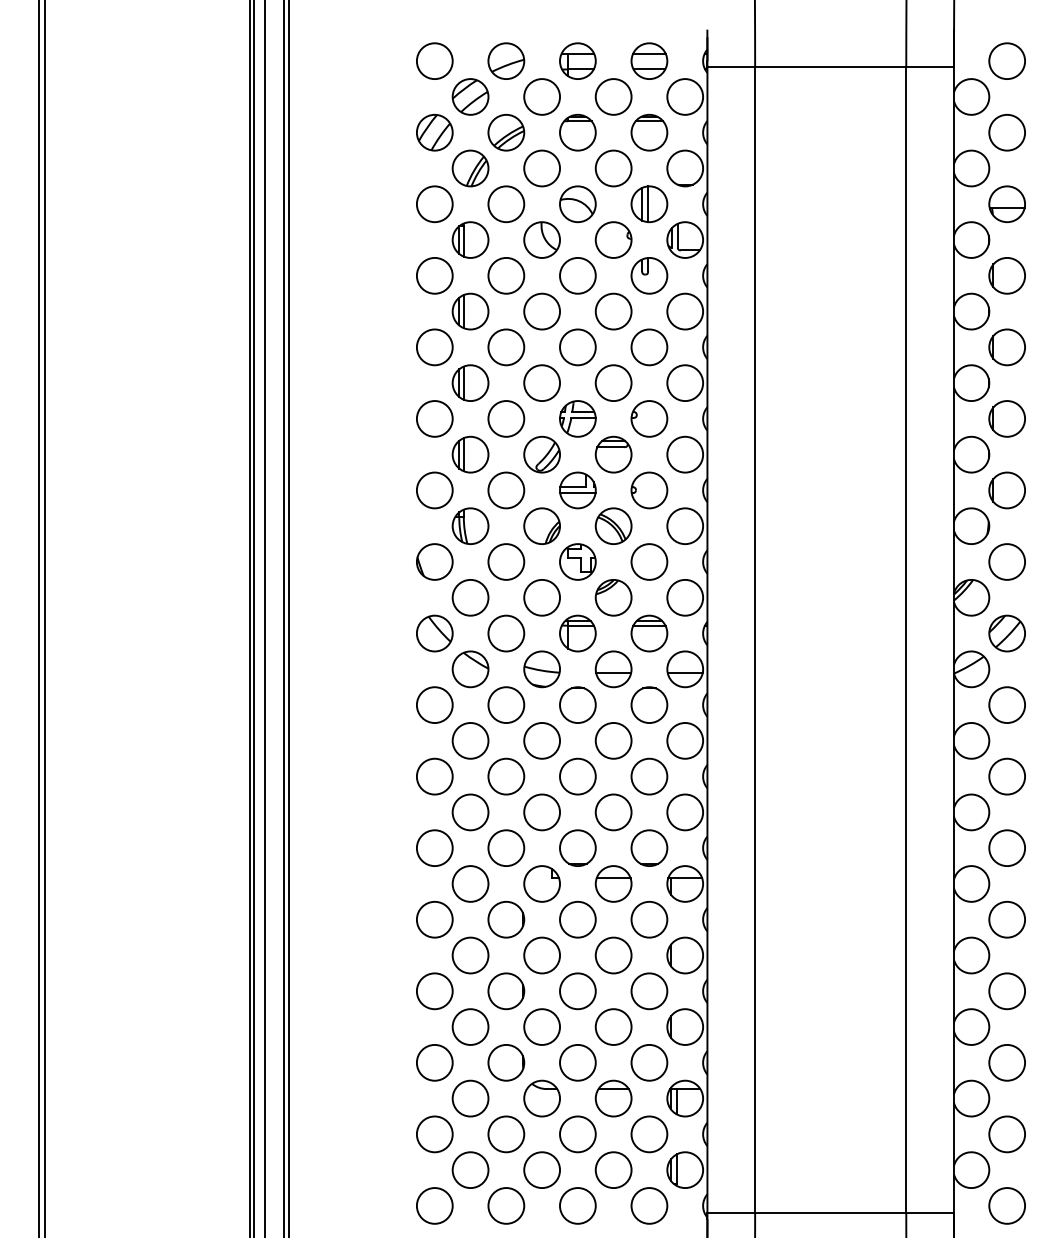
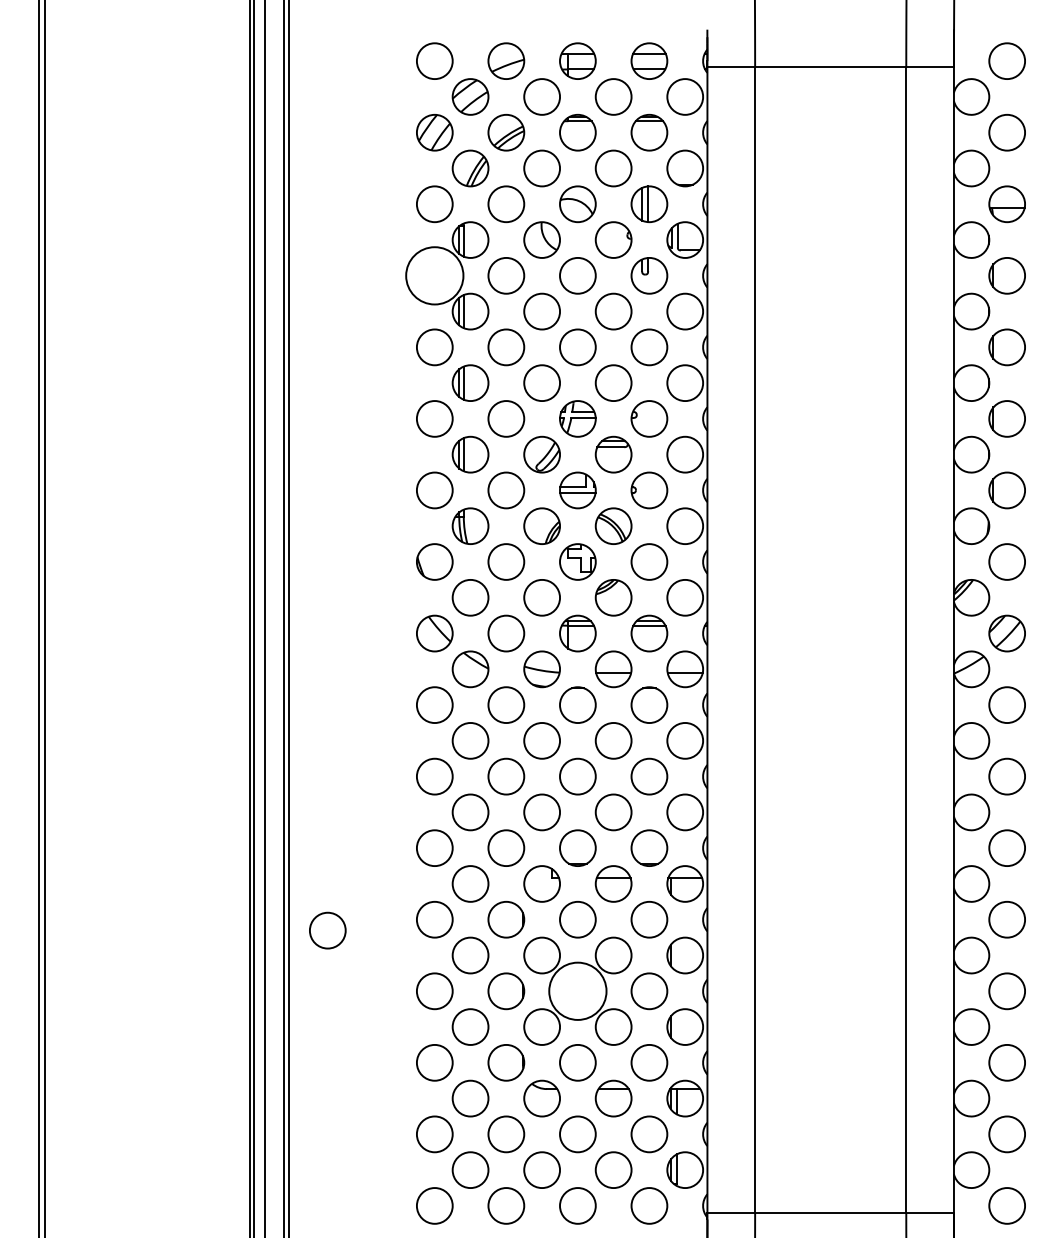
circle at (434, 275) diameter: 36 px -> 57 px
circle at (327, 930): none -> present
circle at (577, 991) diameter: 36 px -> 57 px
